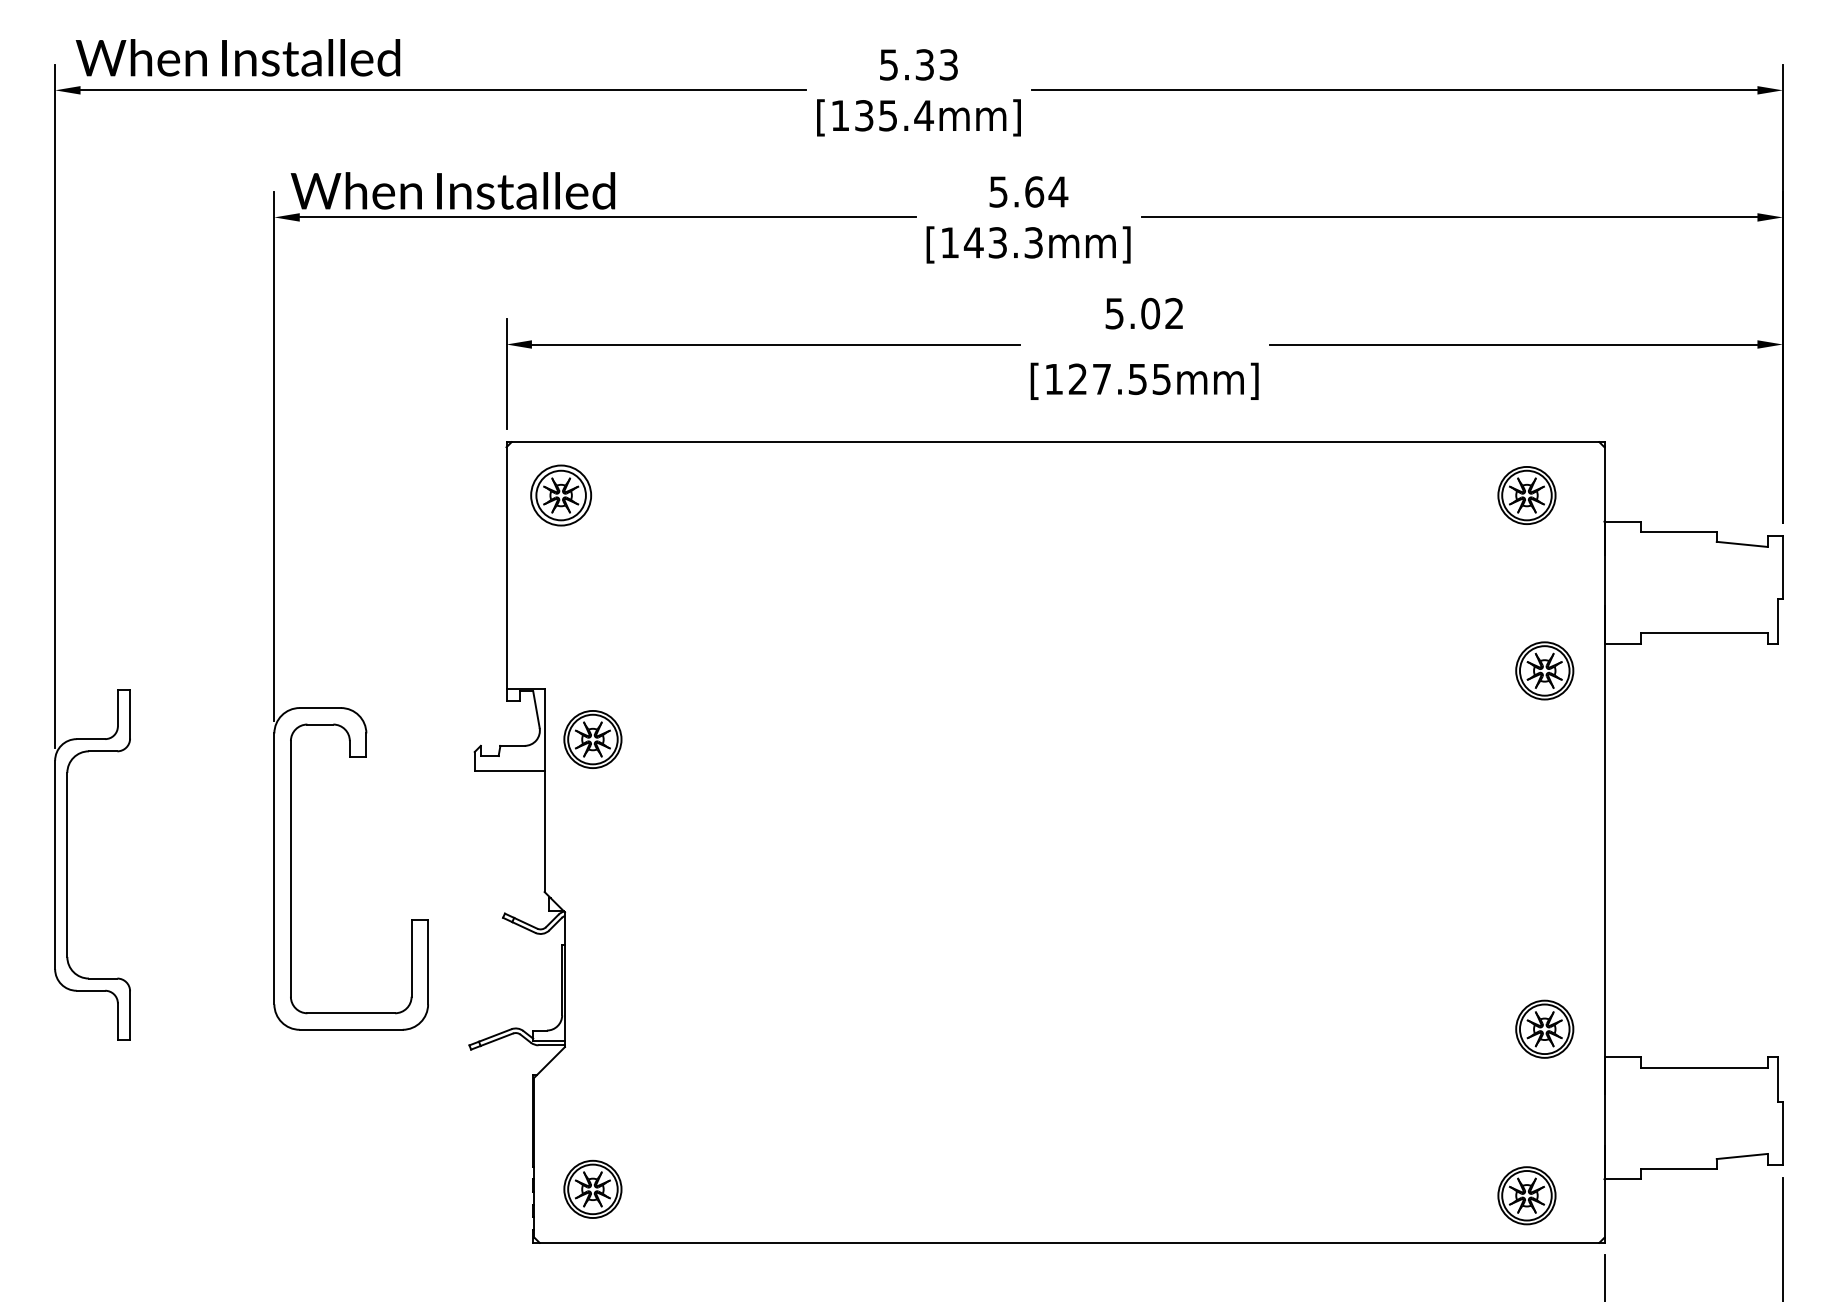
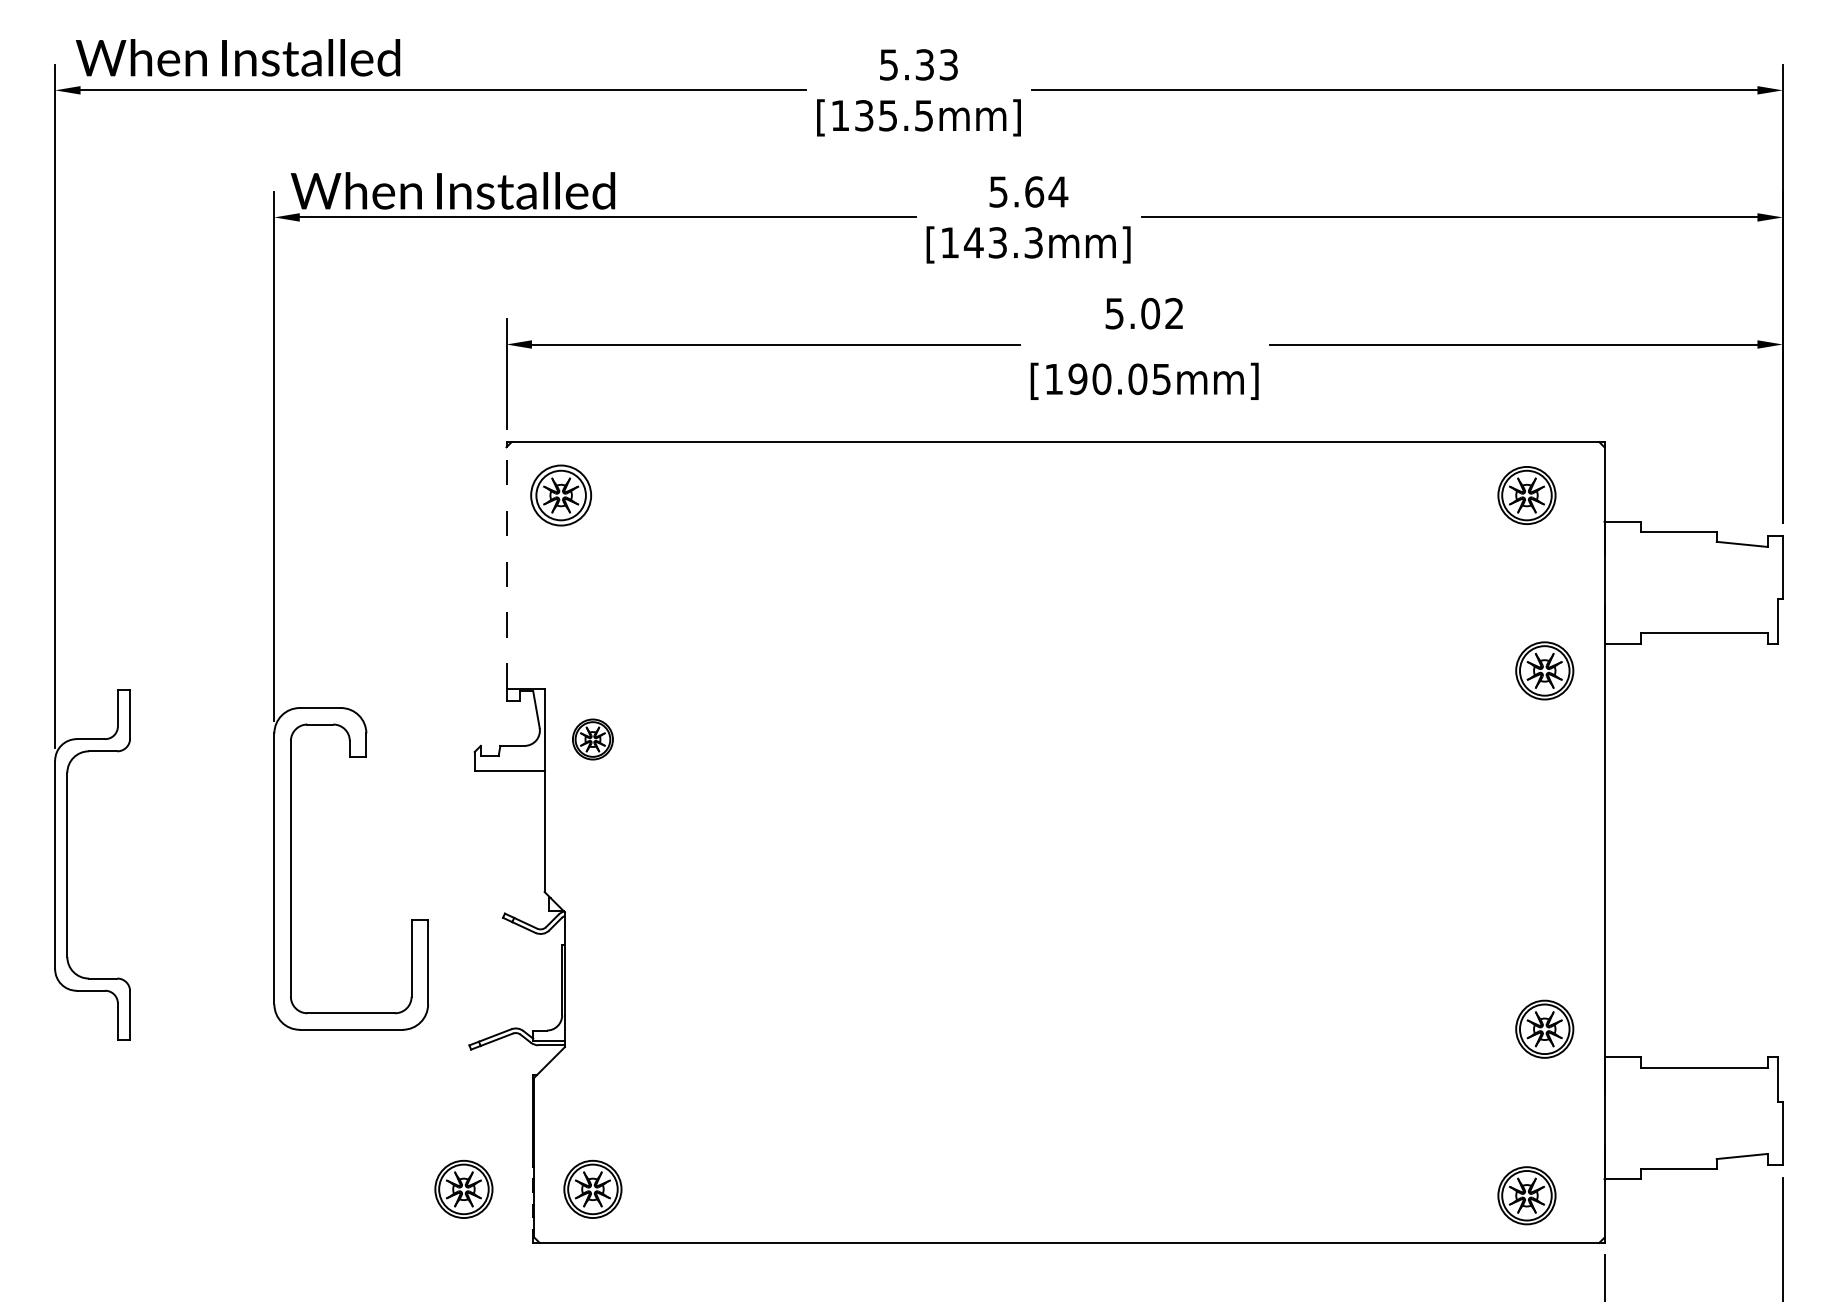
text at (924, 115): [135.4mm] -> [135.5mm]
text at (1107, 379): [127.55mm] -> [190.05mm]
line at (506, 567): solid -> dashed
part at (592, 739) size: 60x59 px -> 42x43 px
part at (463, 1188): none -> present
